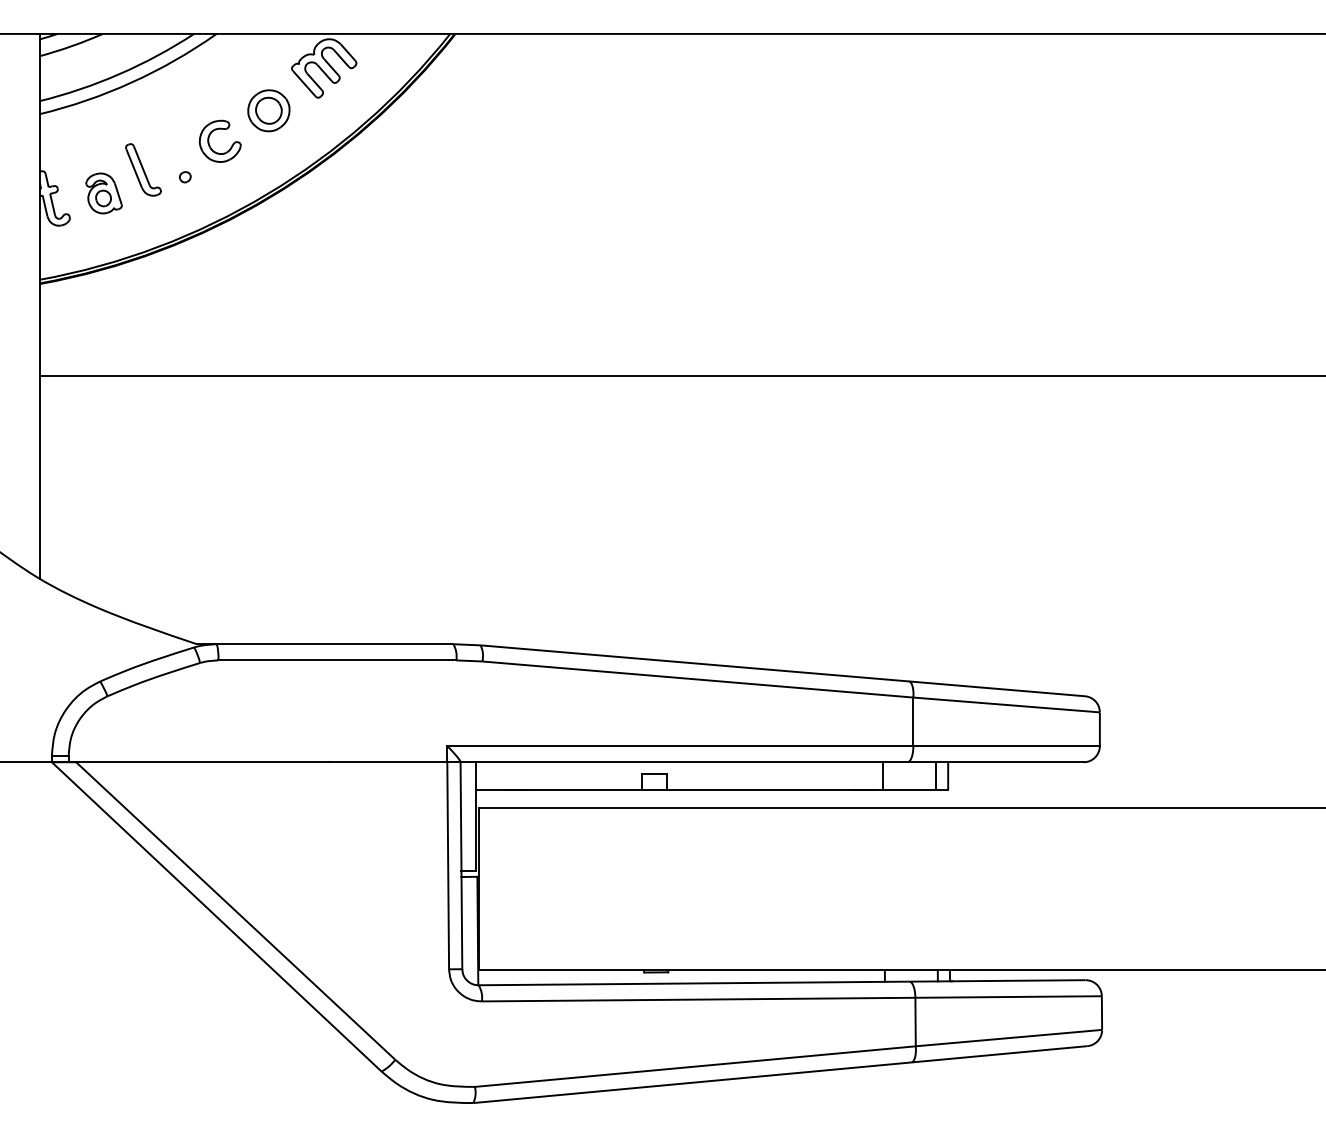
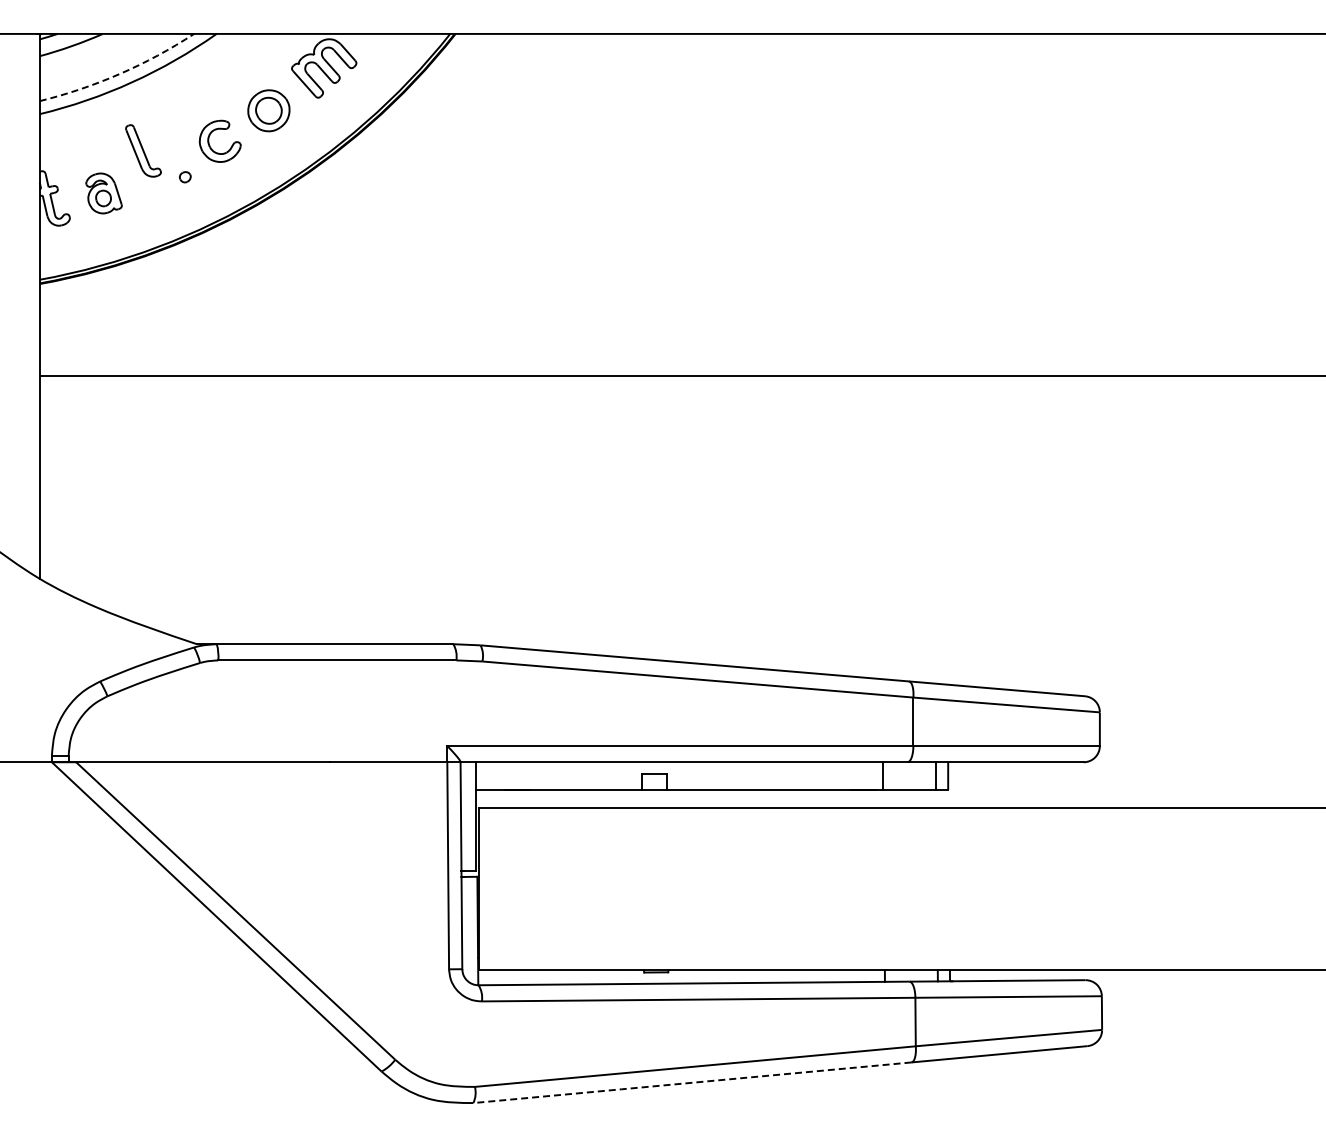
arc at (119, 74): solid -> dashed
part at (143, 169) position: (143, 169) -> (143, 150)
line at (692, 1082): solid -> dashed
